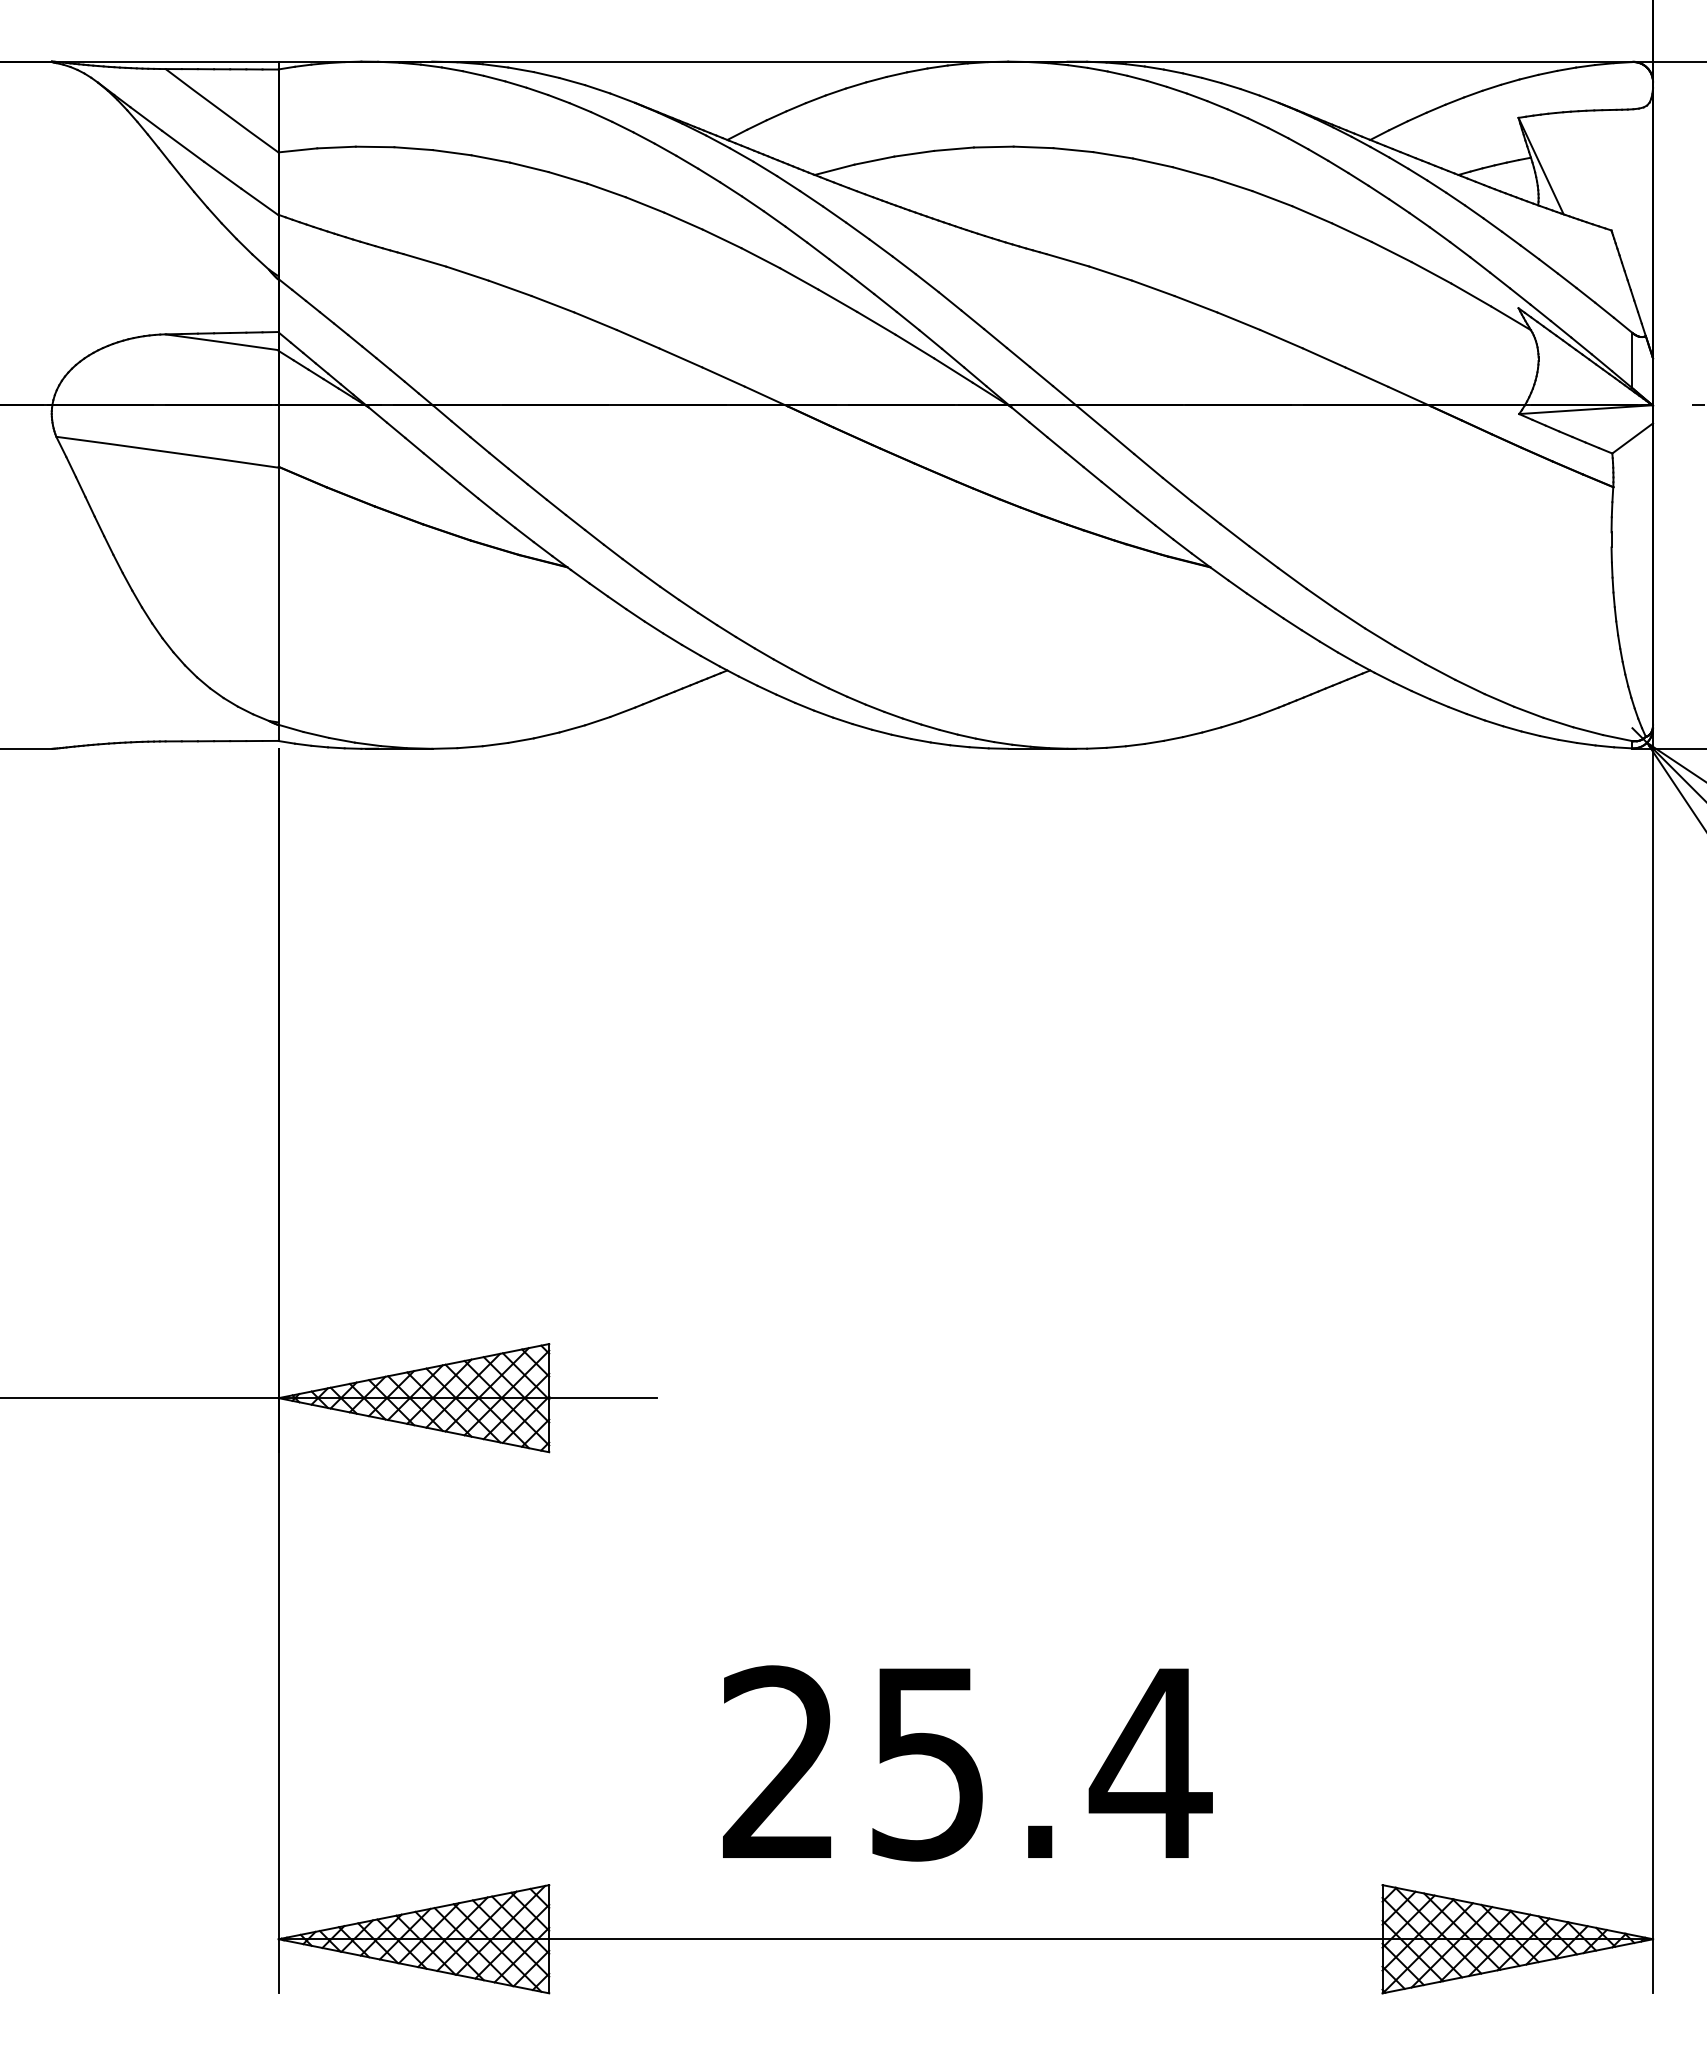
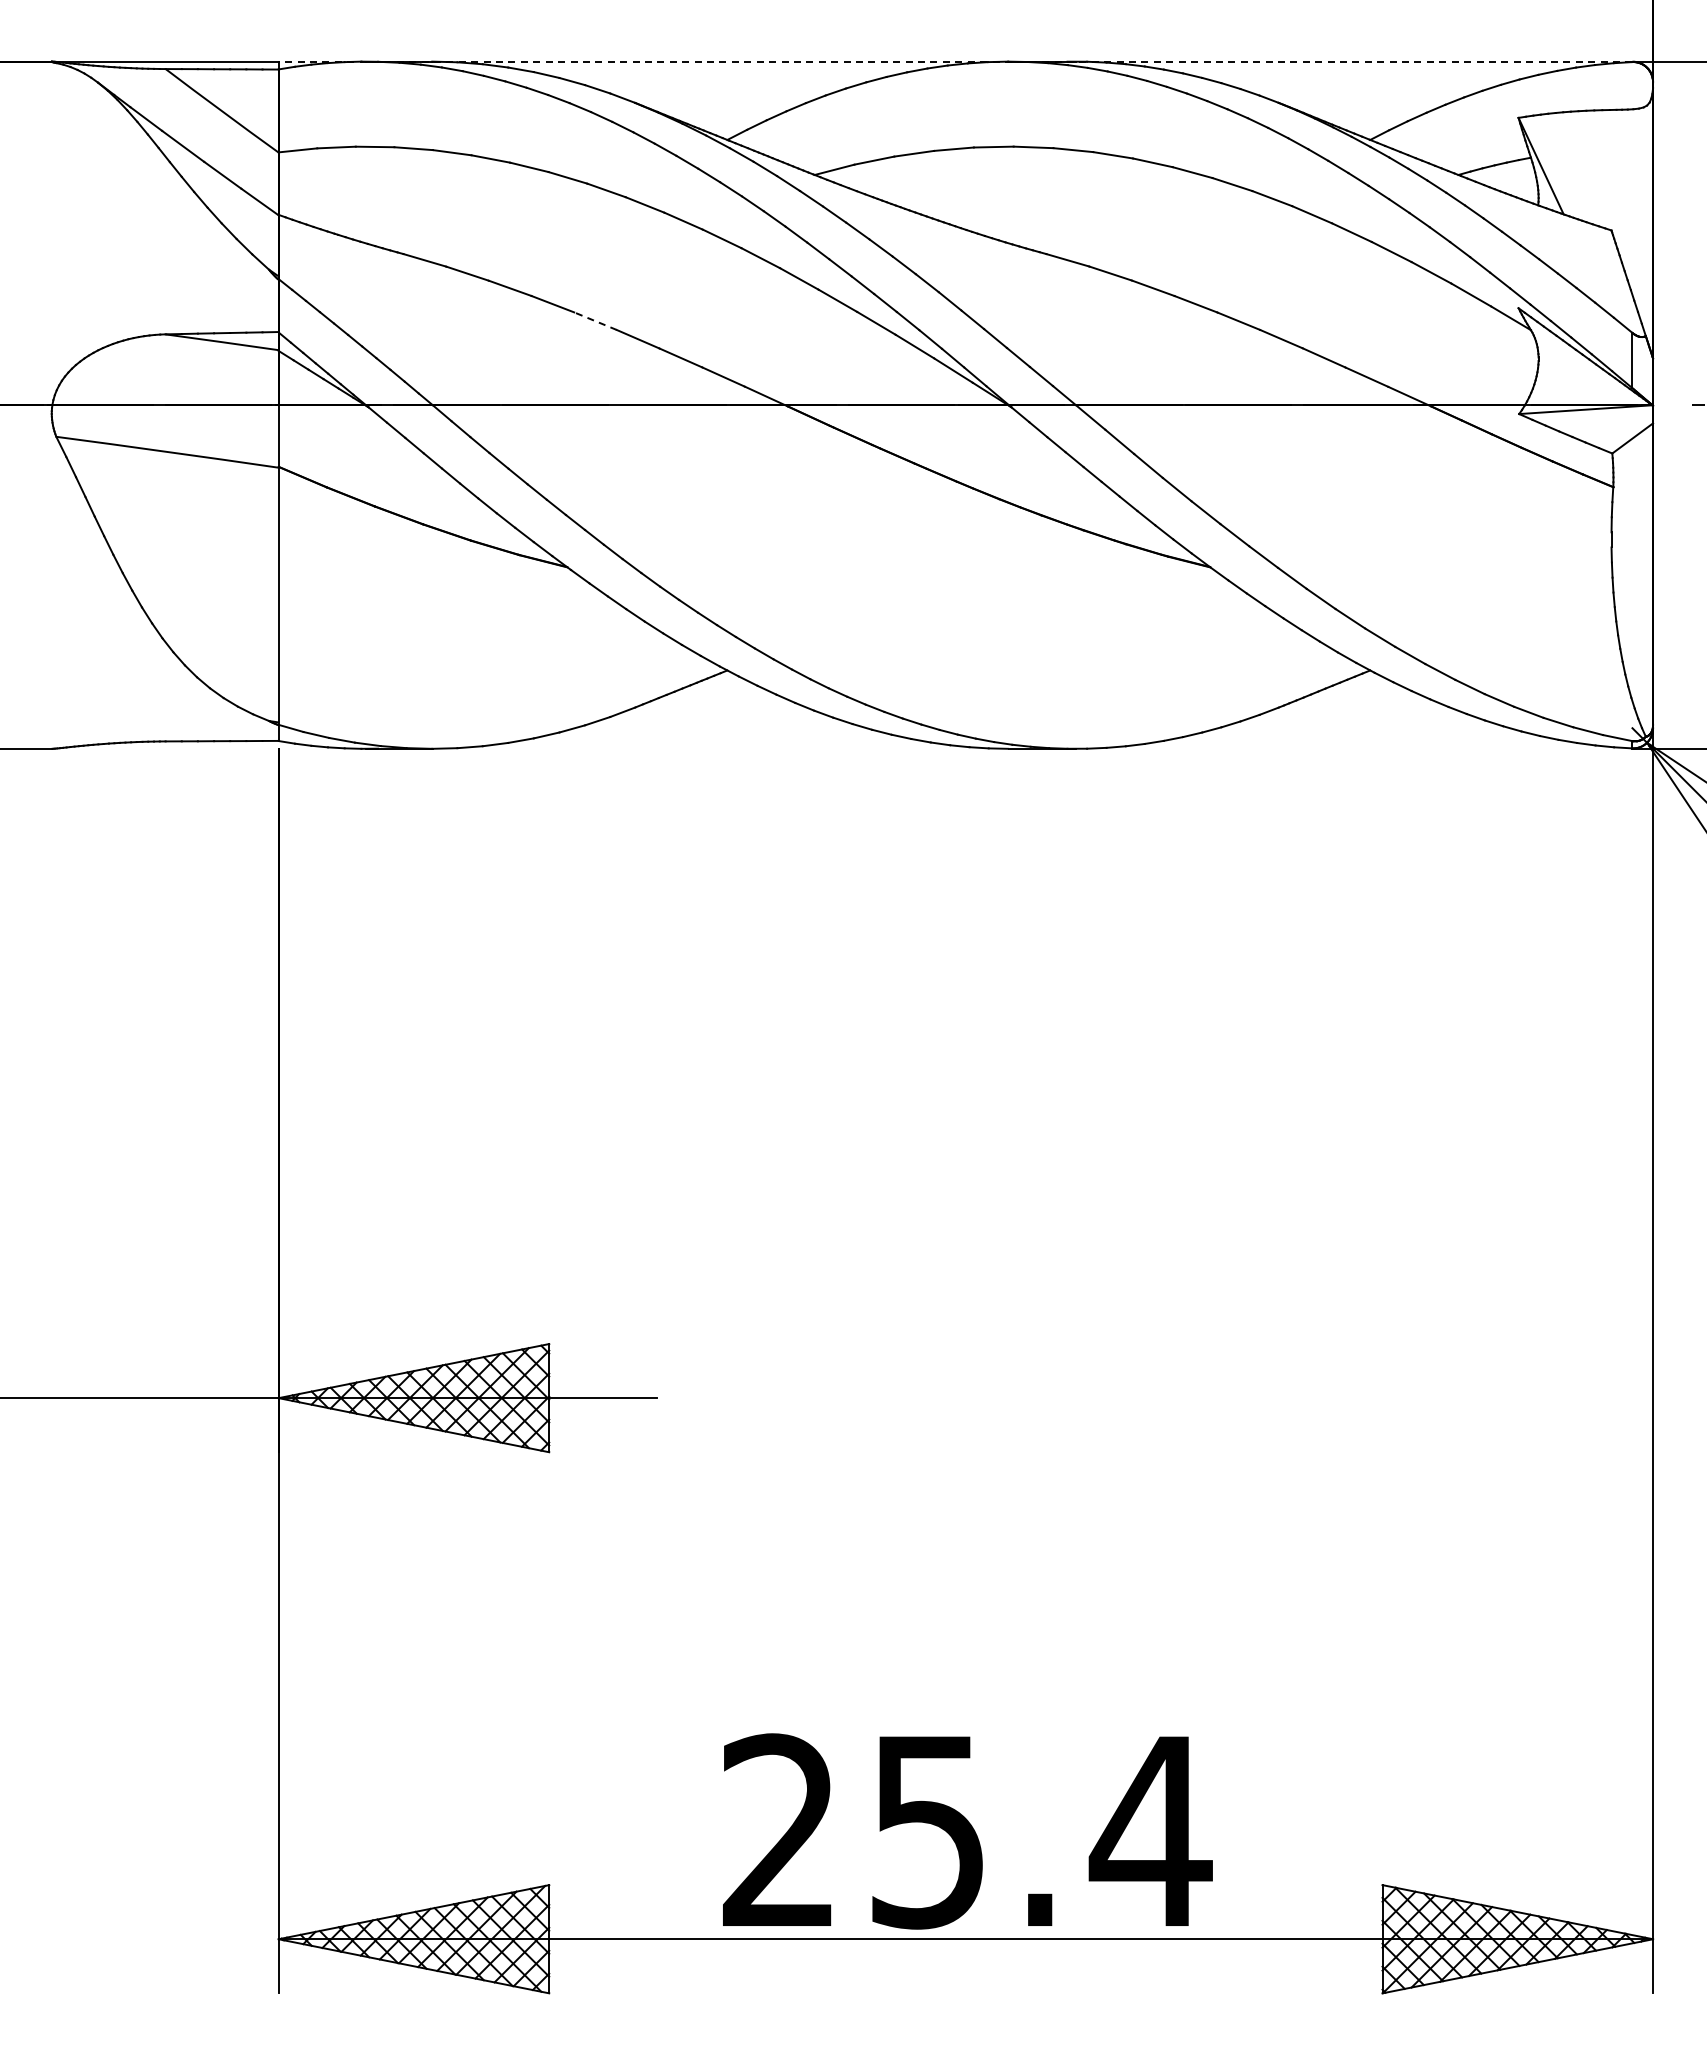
line at (955, 61): solid -> dashed
line at (595, 321): solid -> dashed
text at (967, 1763) position: (967, 1763) -> (967, 1831)
